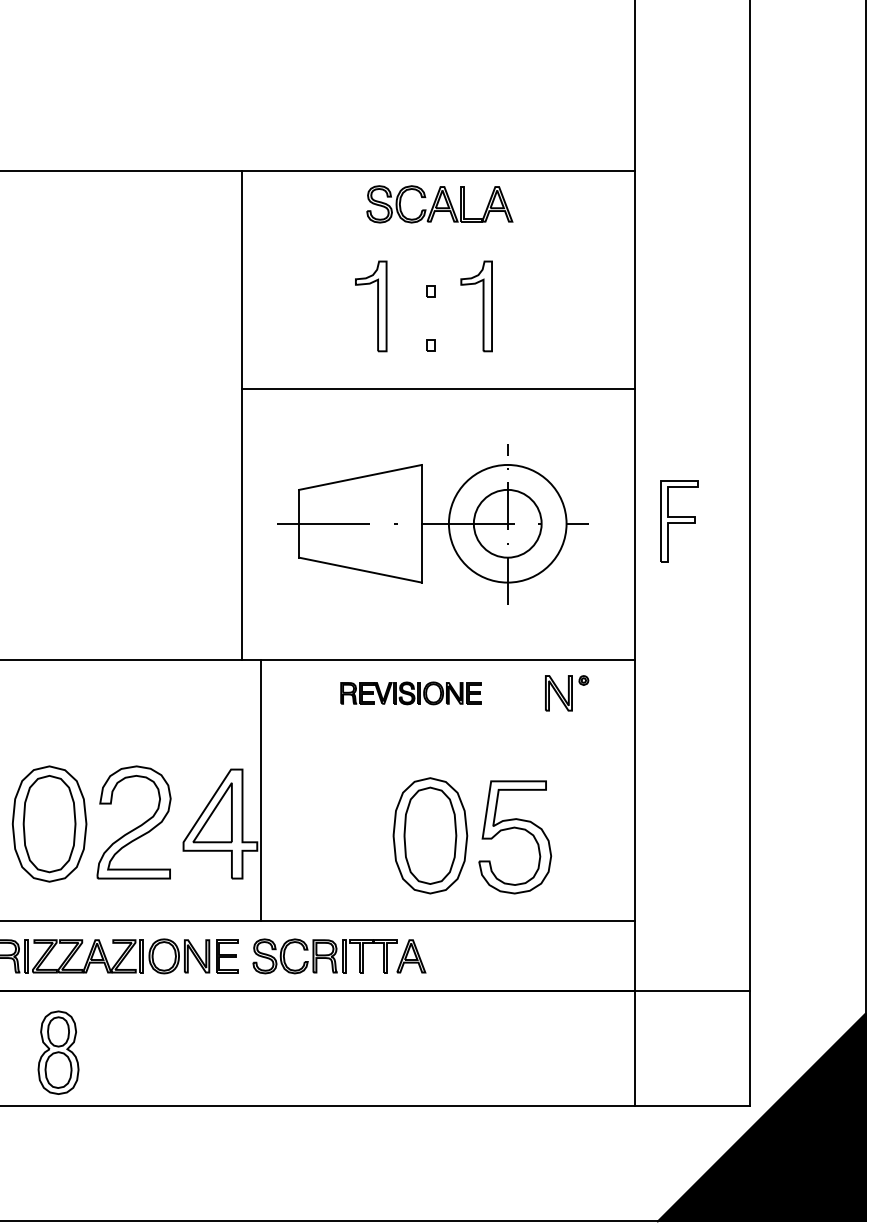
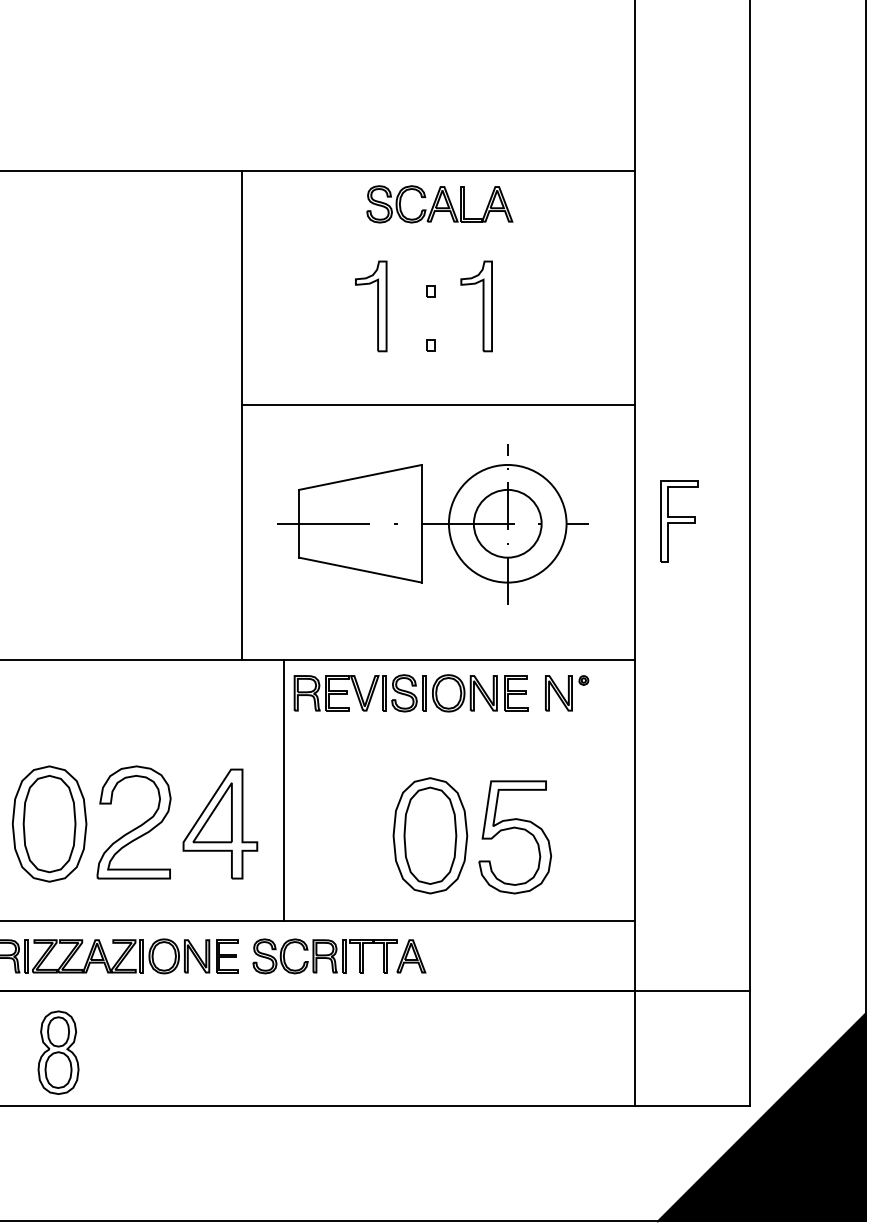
line at (438, 388) position: (438, 388) -> (438, 404)
part at (410, 693) size: 142x25 px -> 236x39 px
line at (260, 790) position: (260, 790) -> (283, 790)
